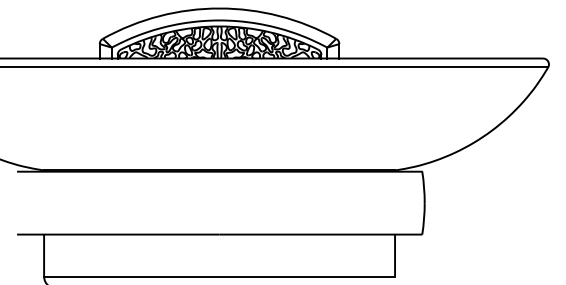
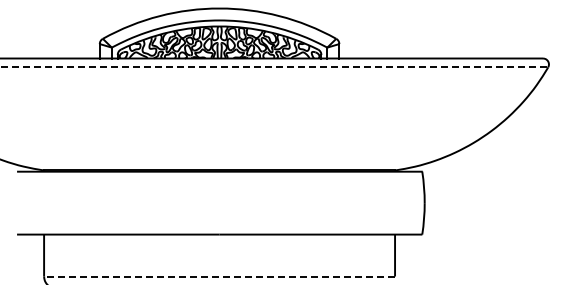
line at (274, 67): solid -> dashed
line at (219, 276): solid -> dashed
